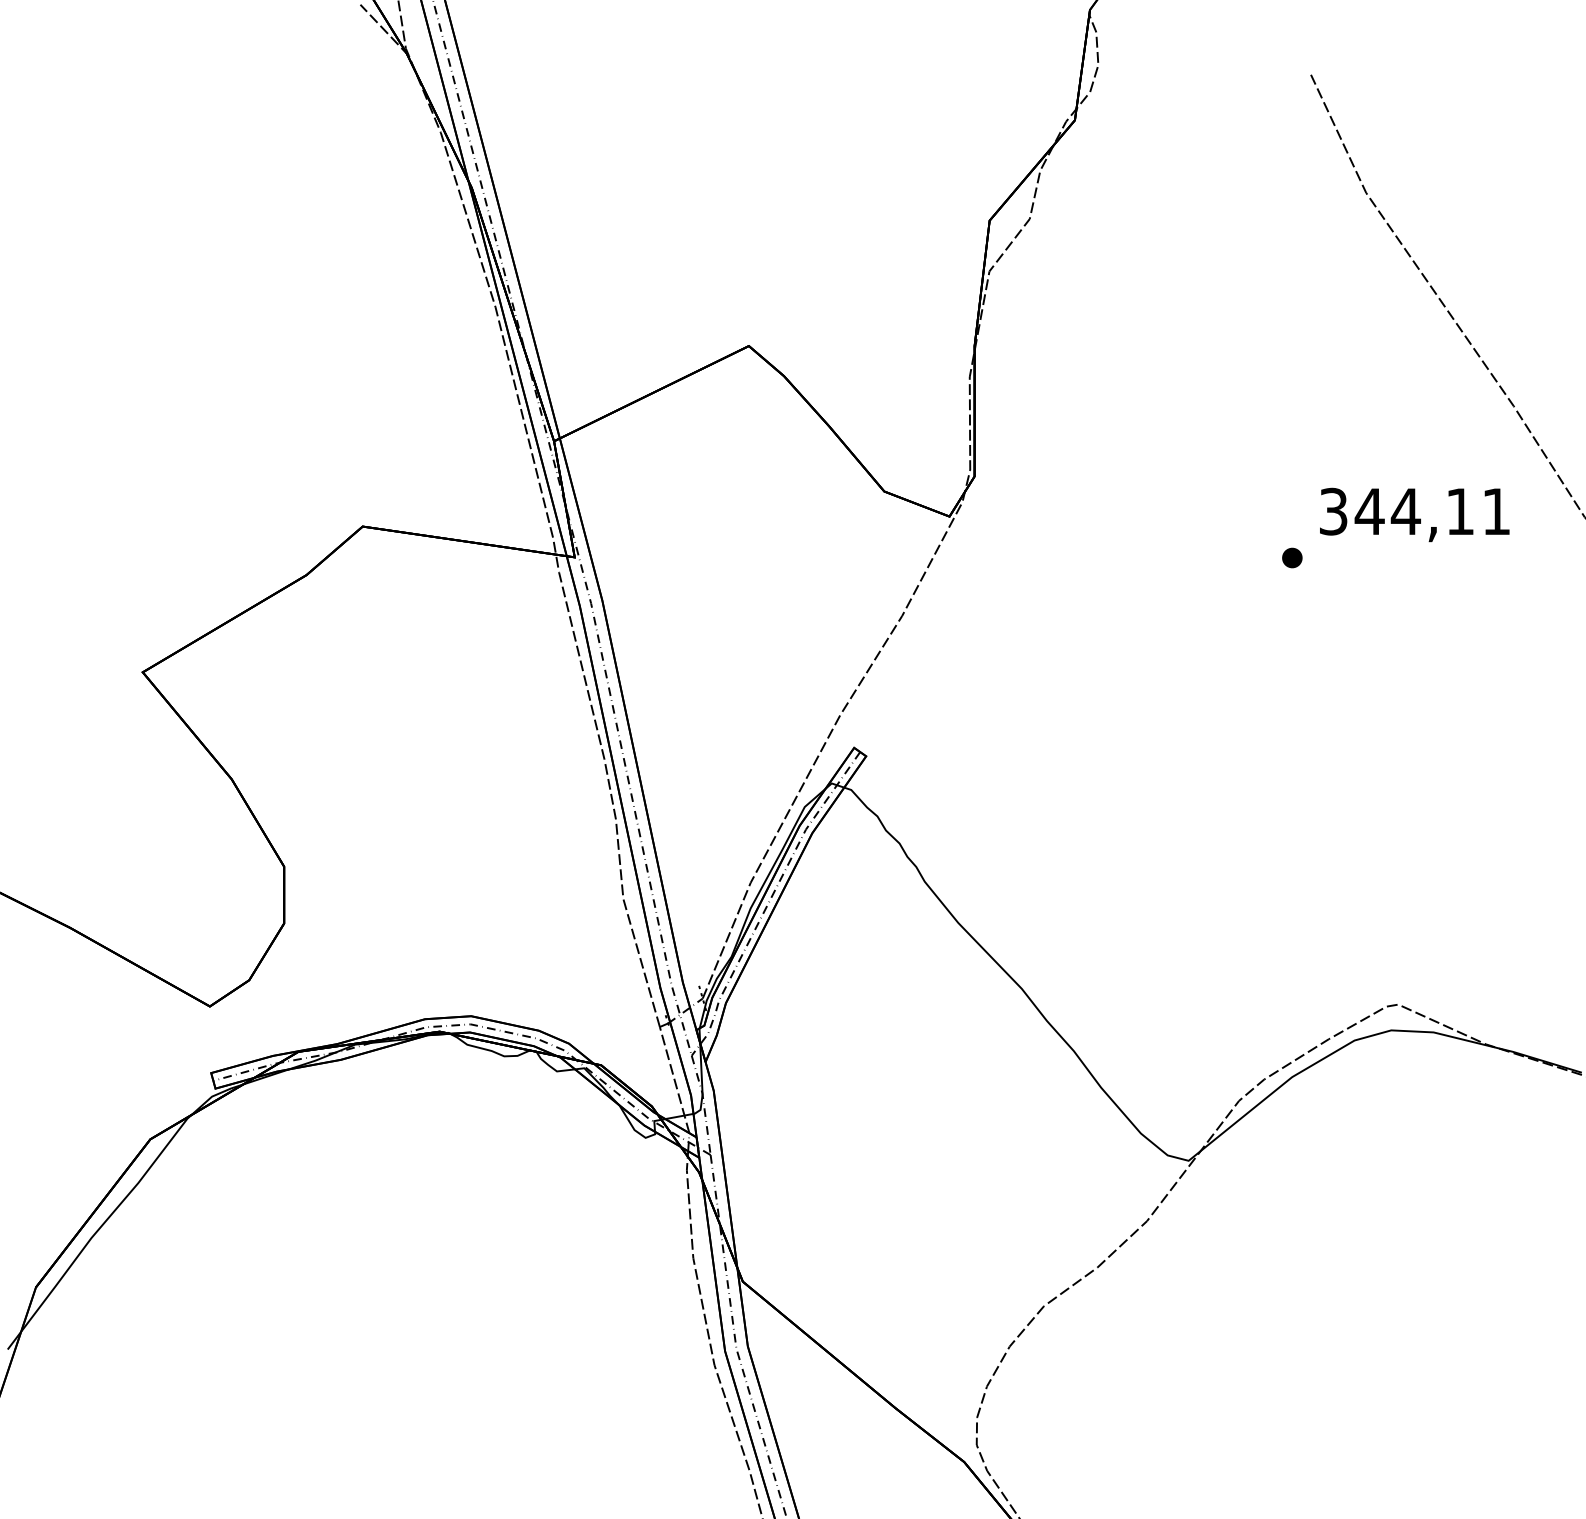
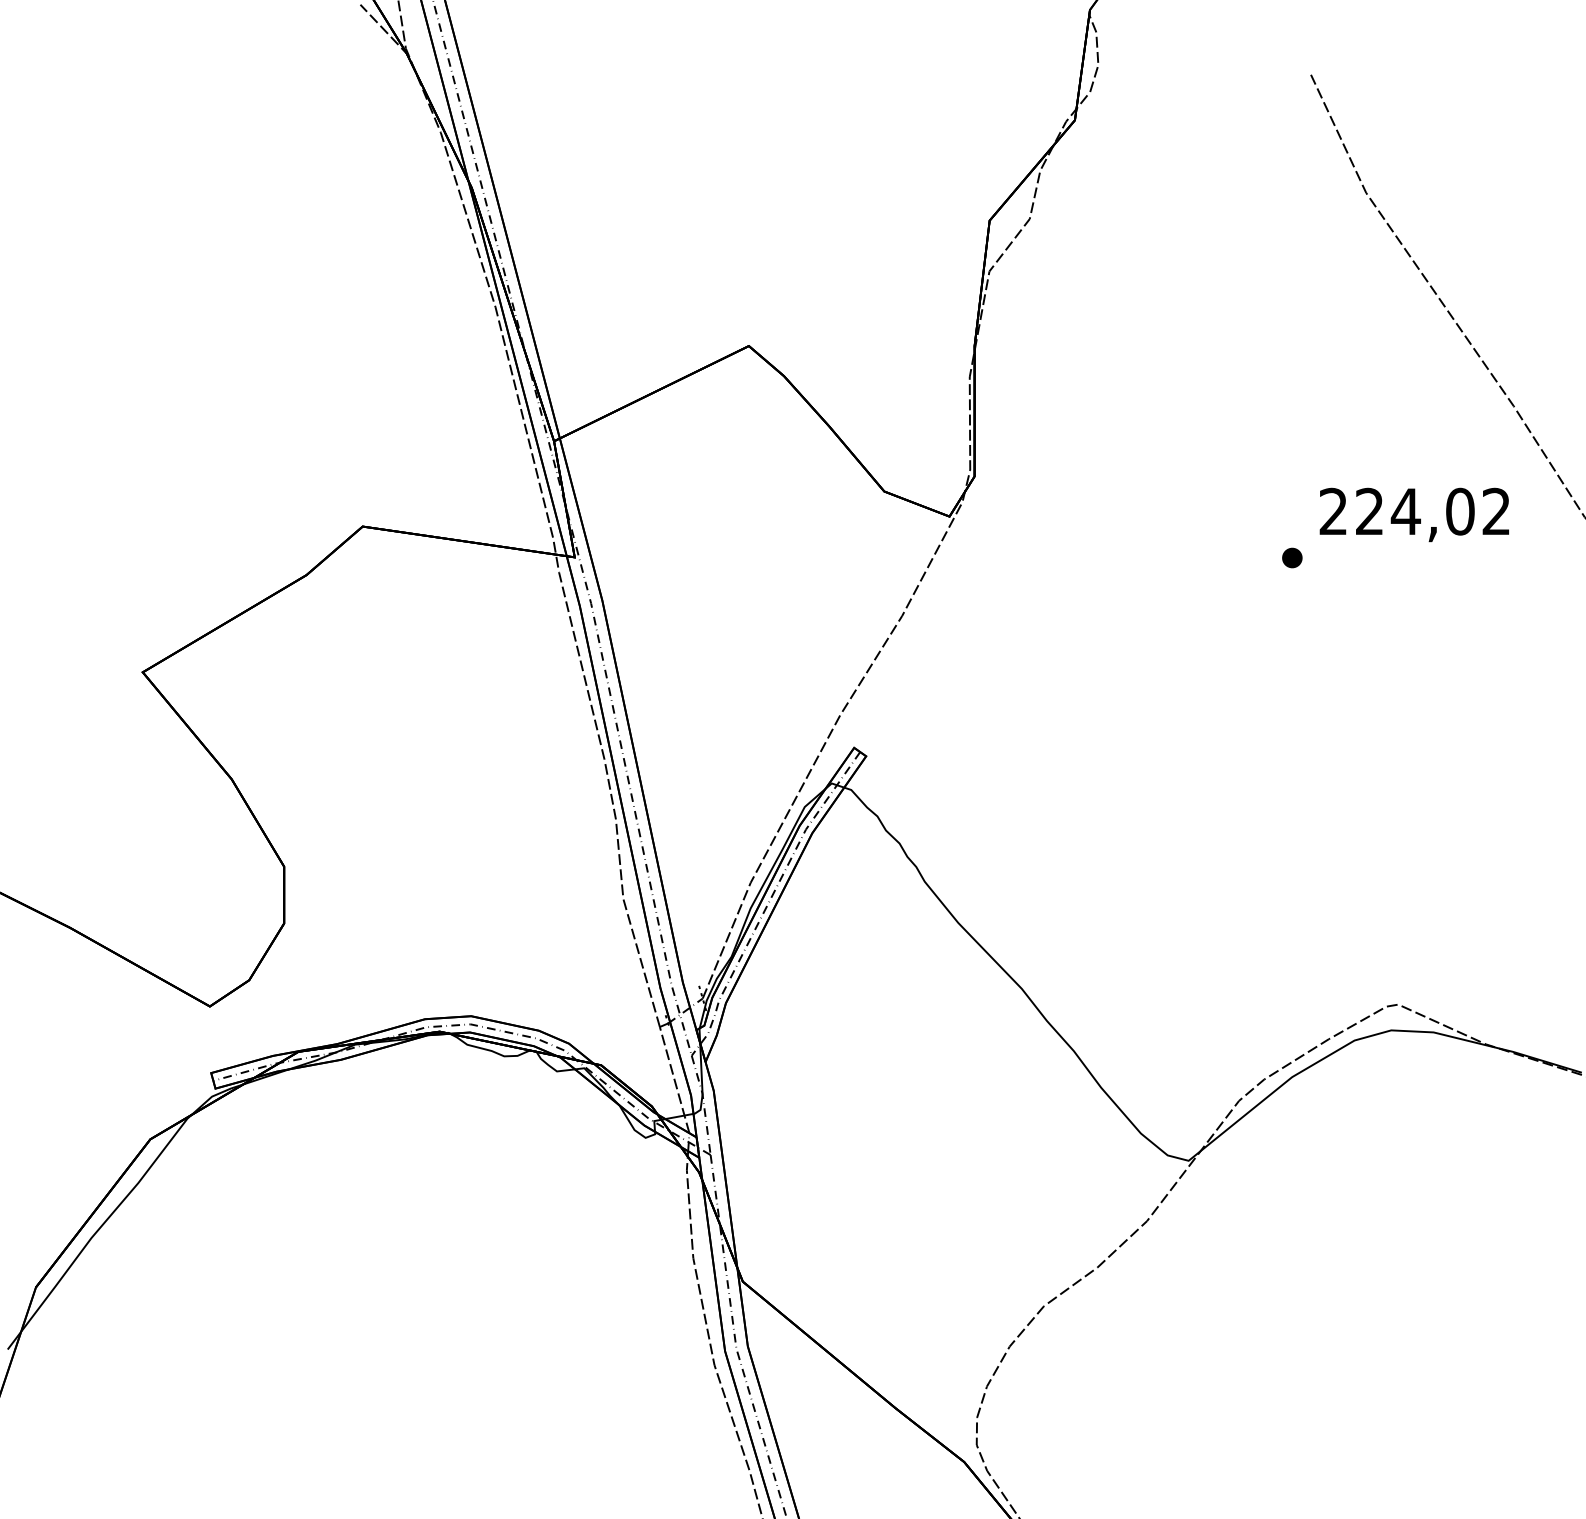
text at (1414, 511): 344,11 -> 224,02
